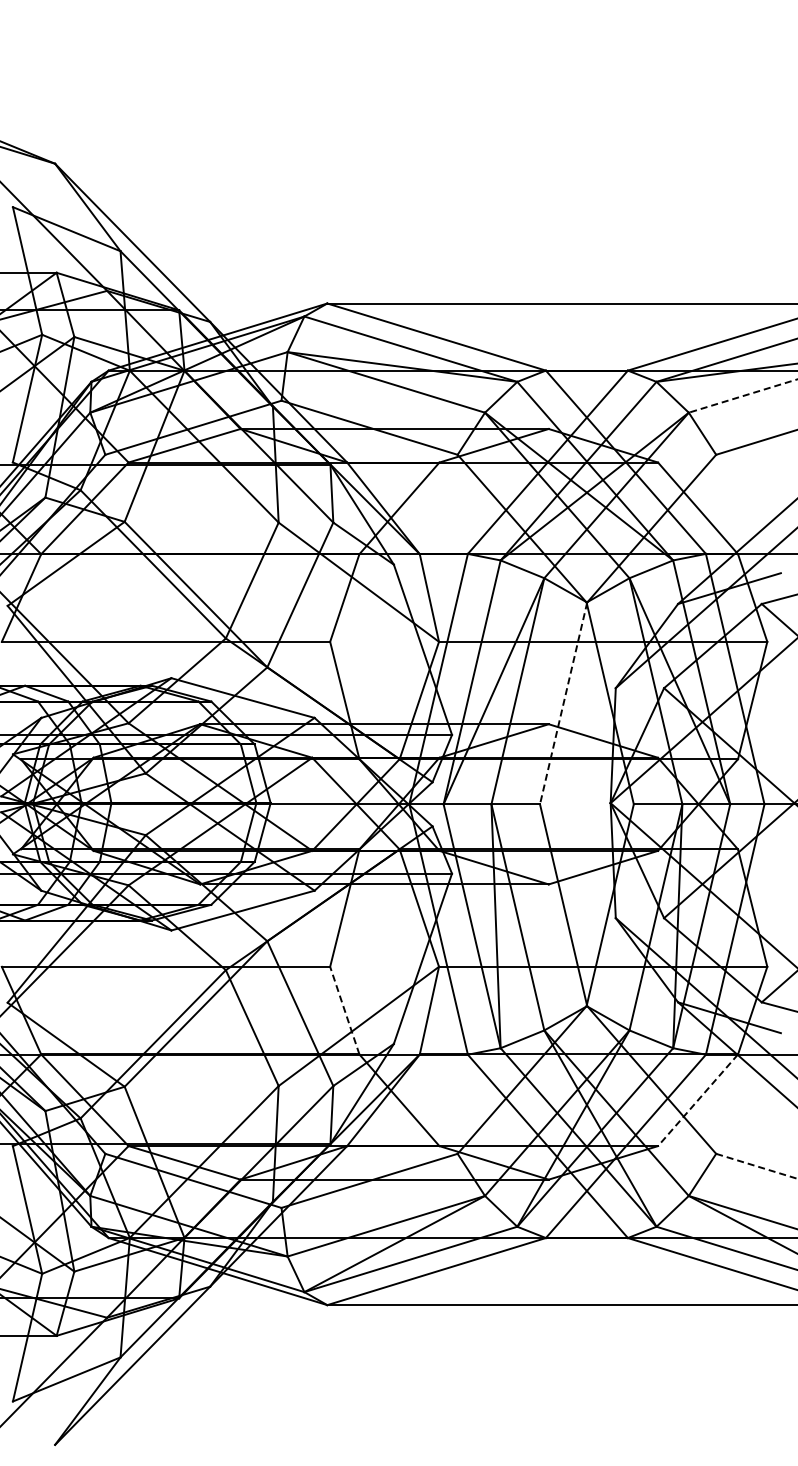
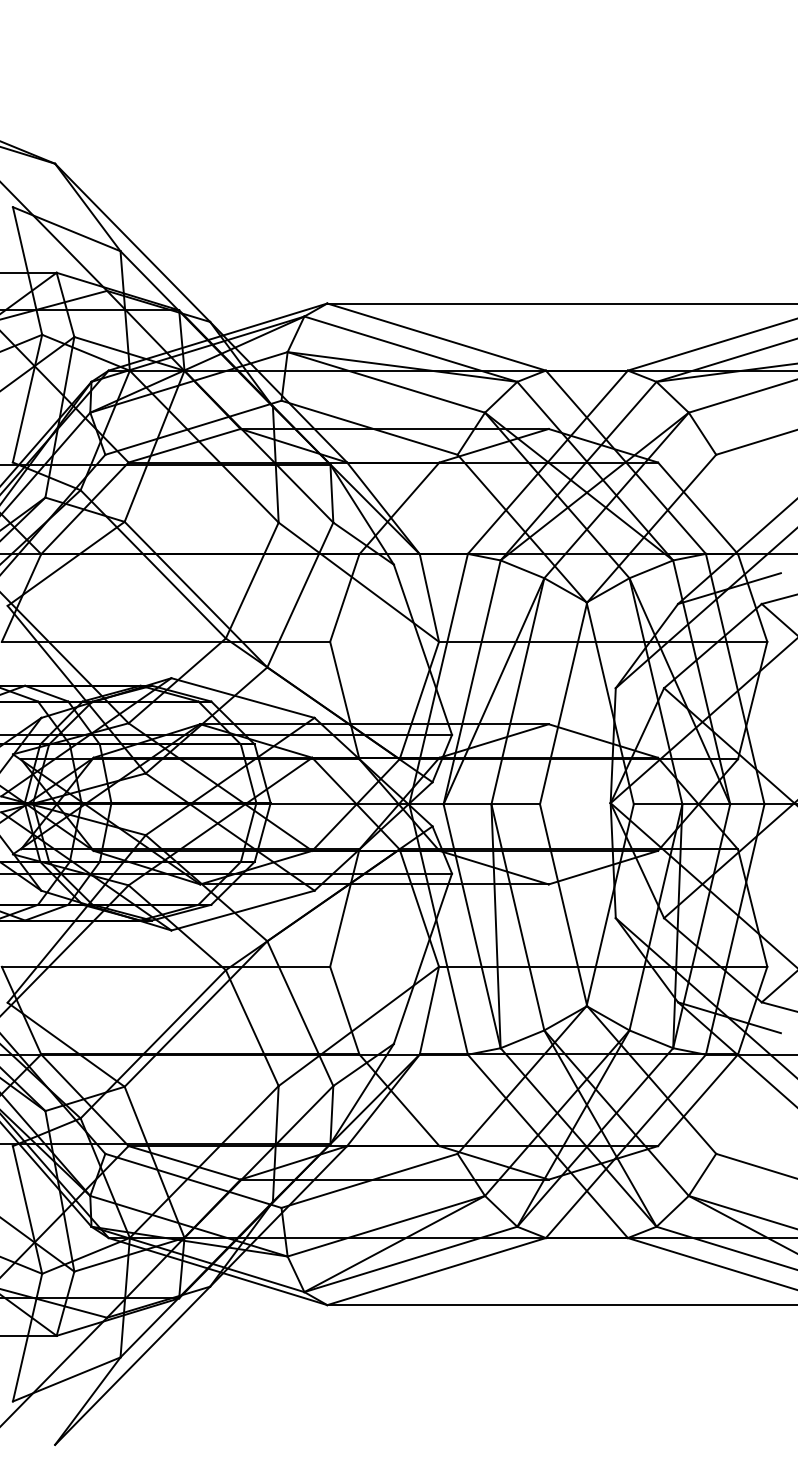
line at (743, 396): dashed -> solid
line at (563, 703): dashed -> solid
line at (344, 1010): dashed -> solid
line at (698, 1100): dashed -> solid
line at (757, 1166): dashed -> solid
